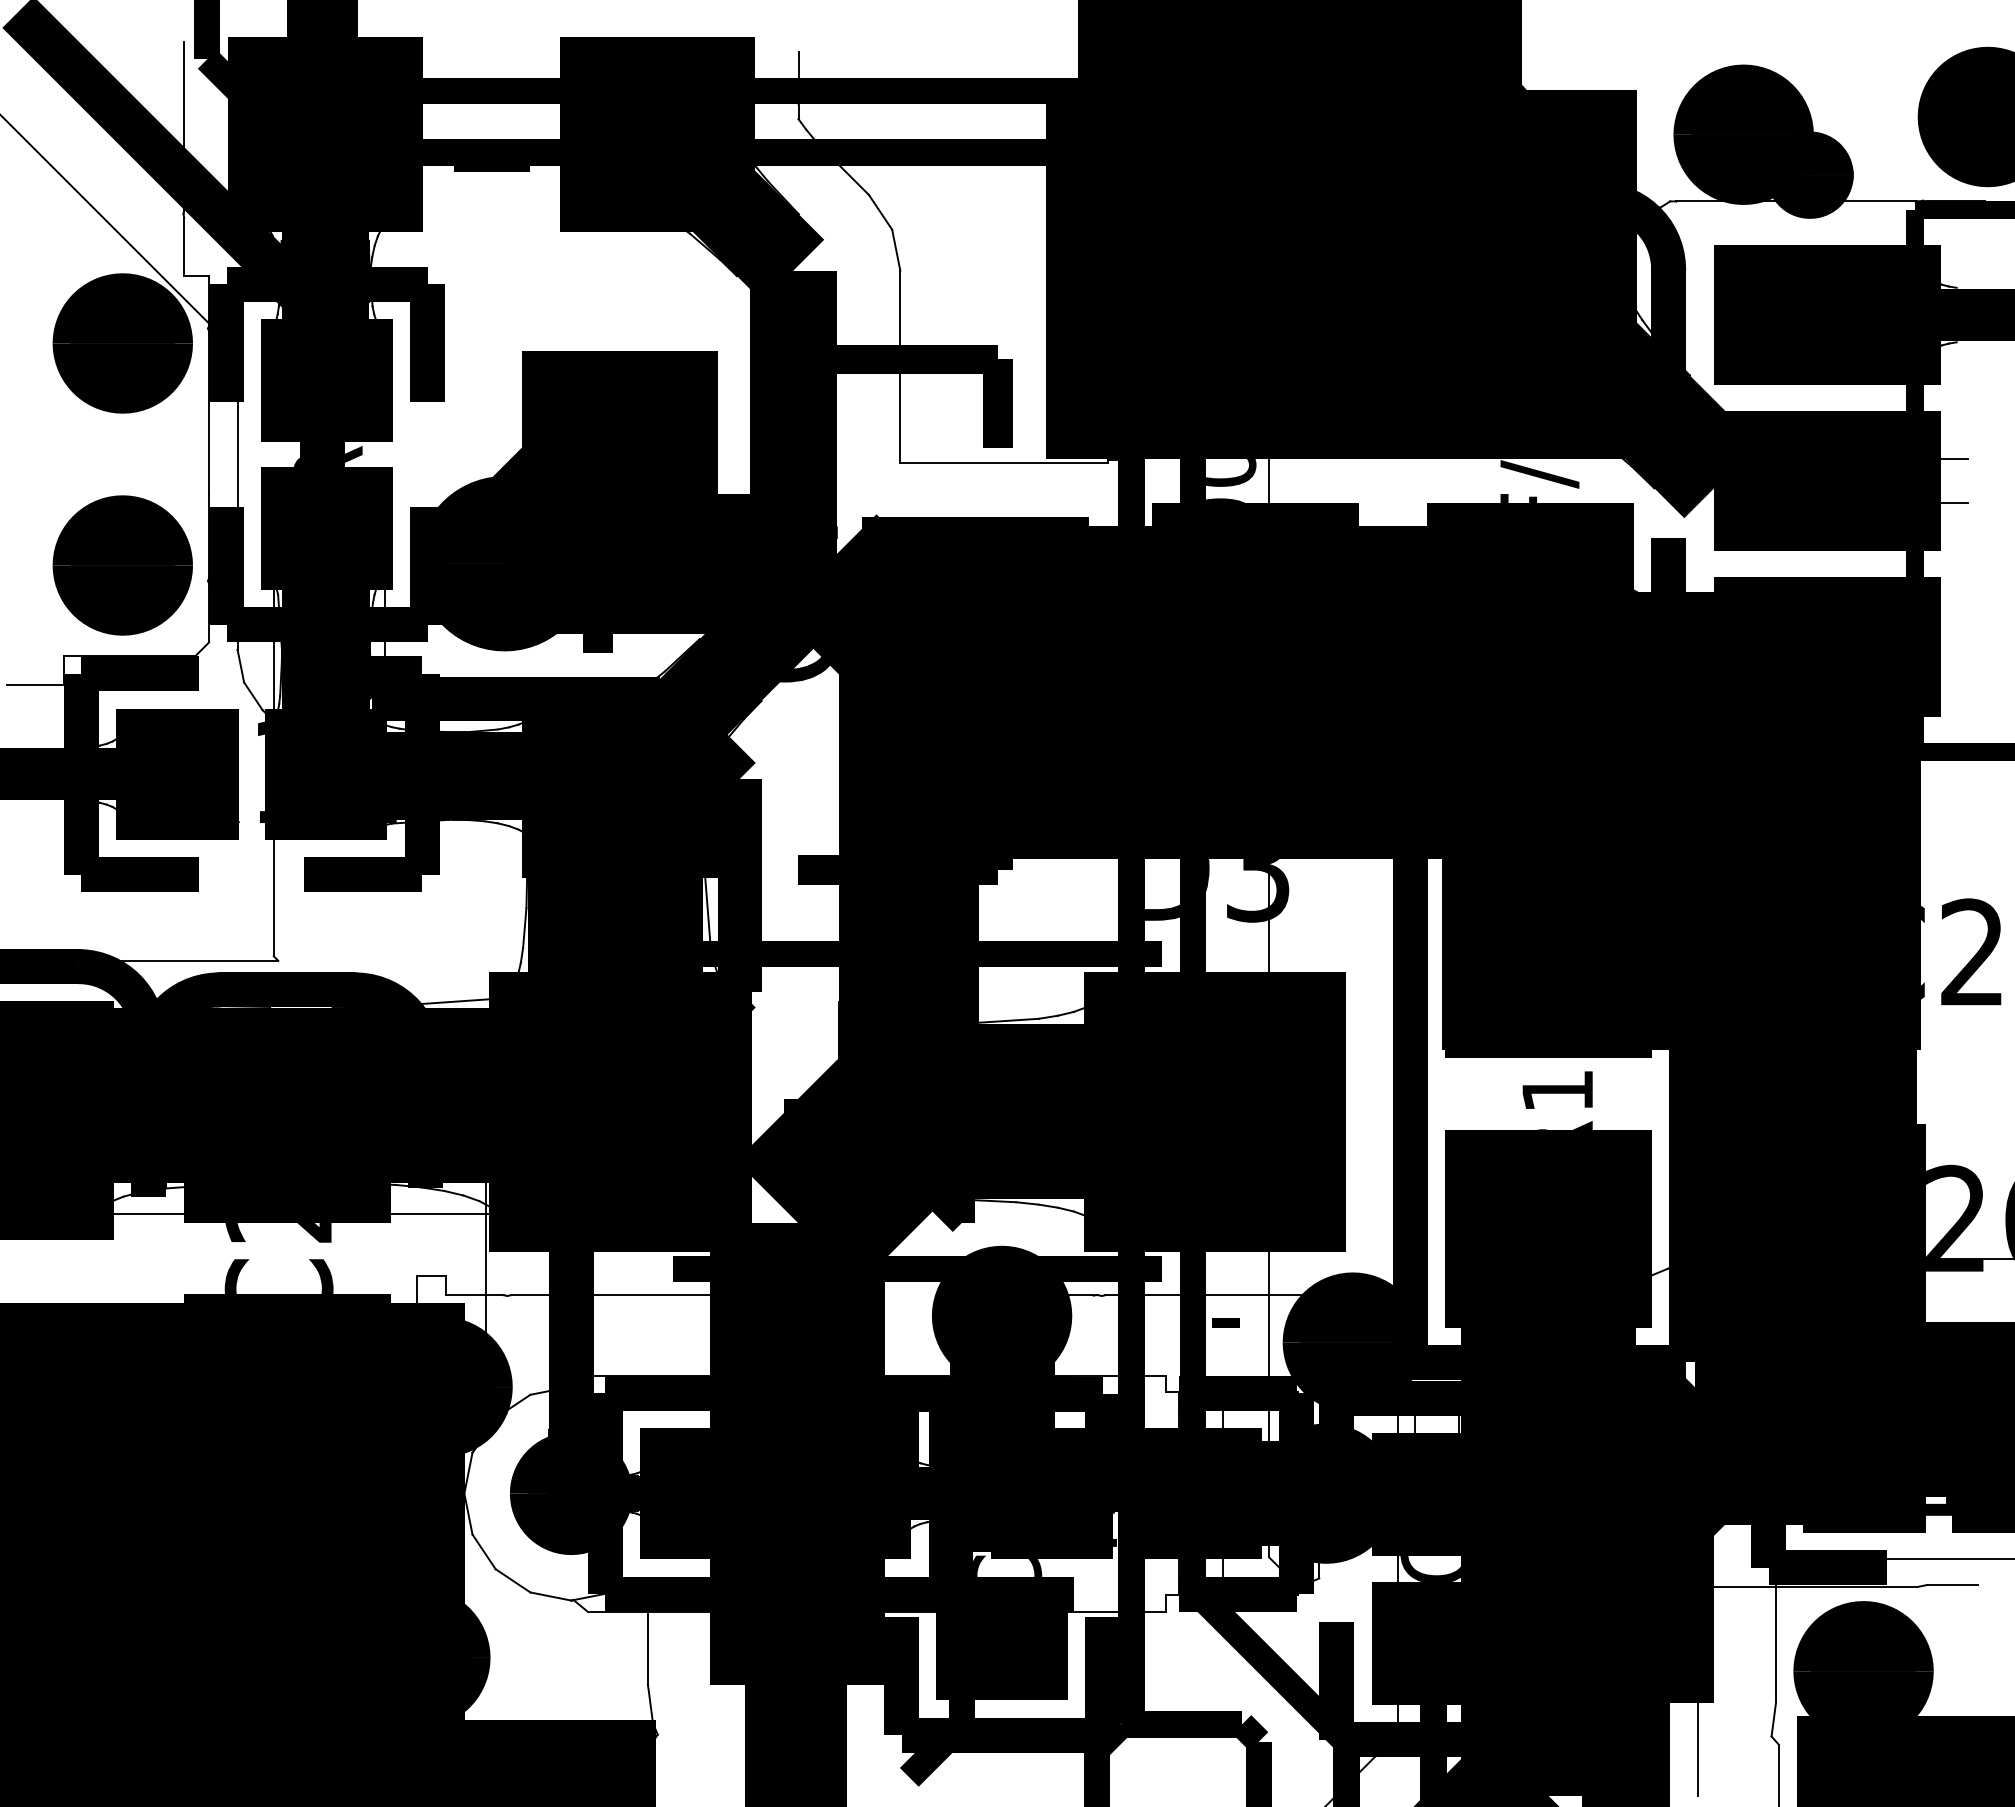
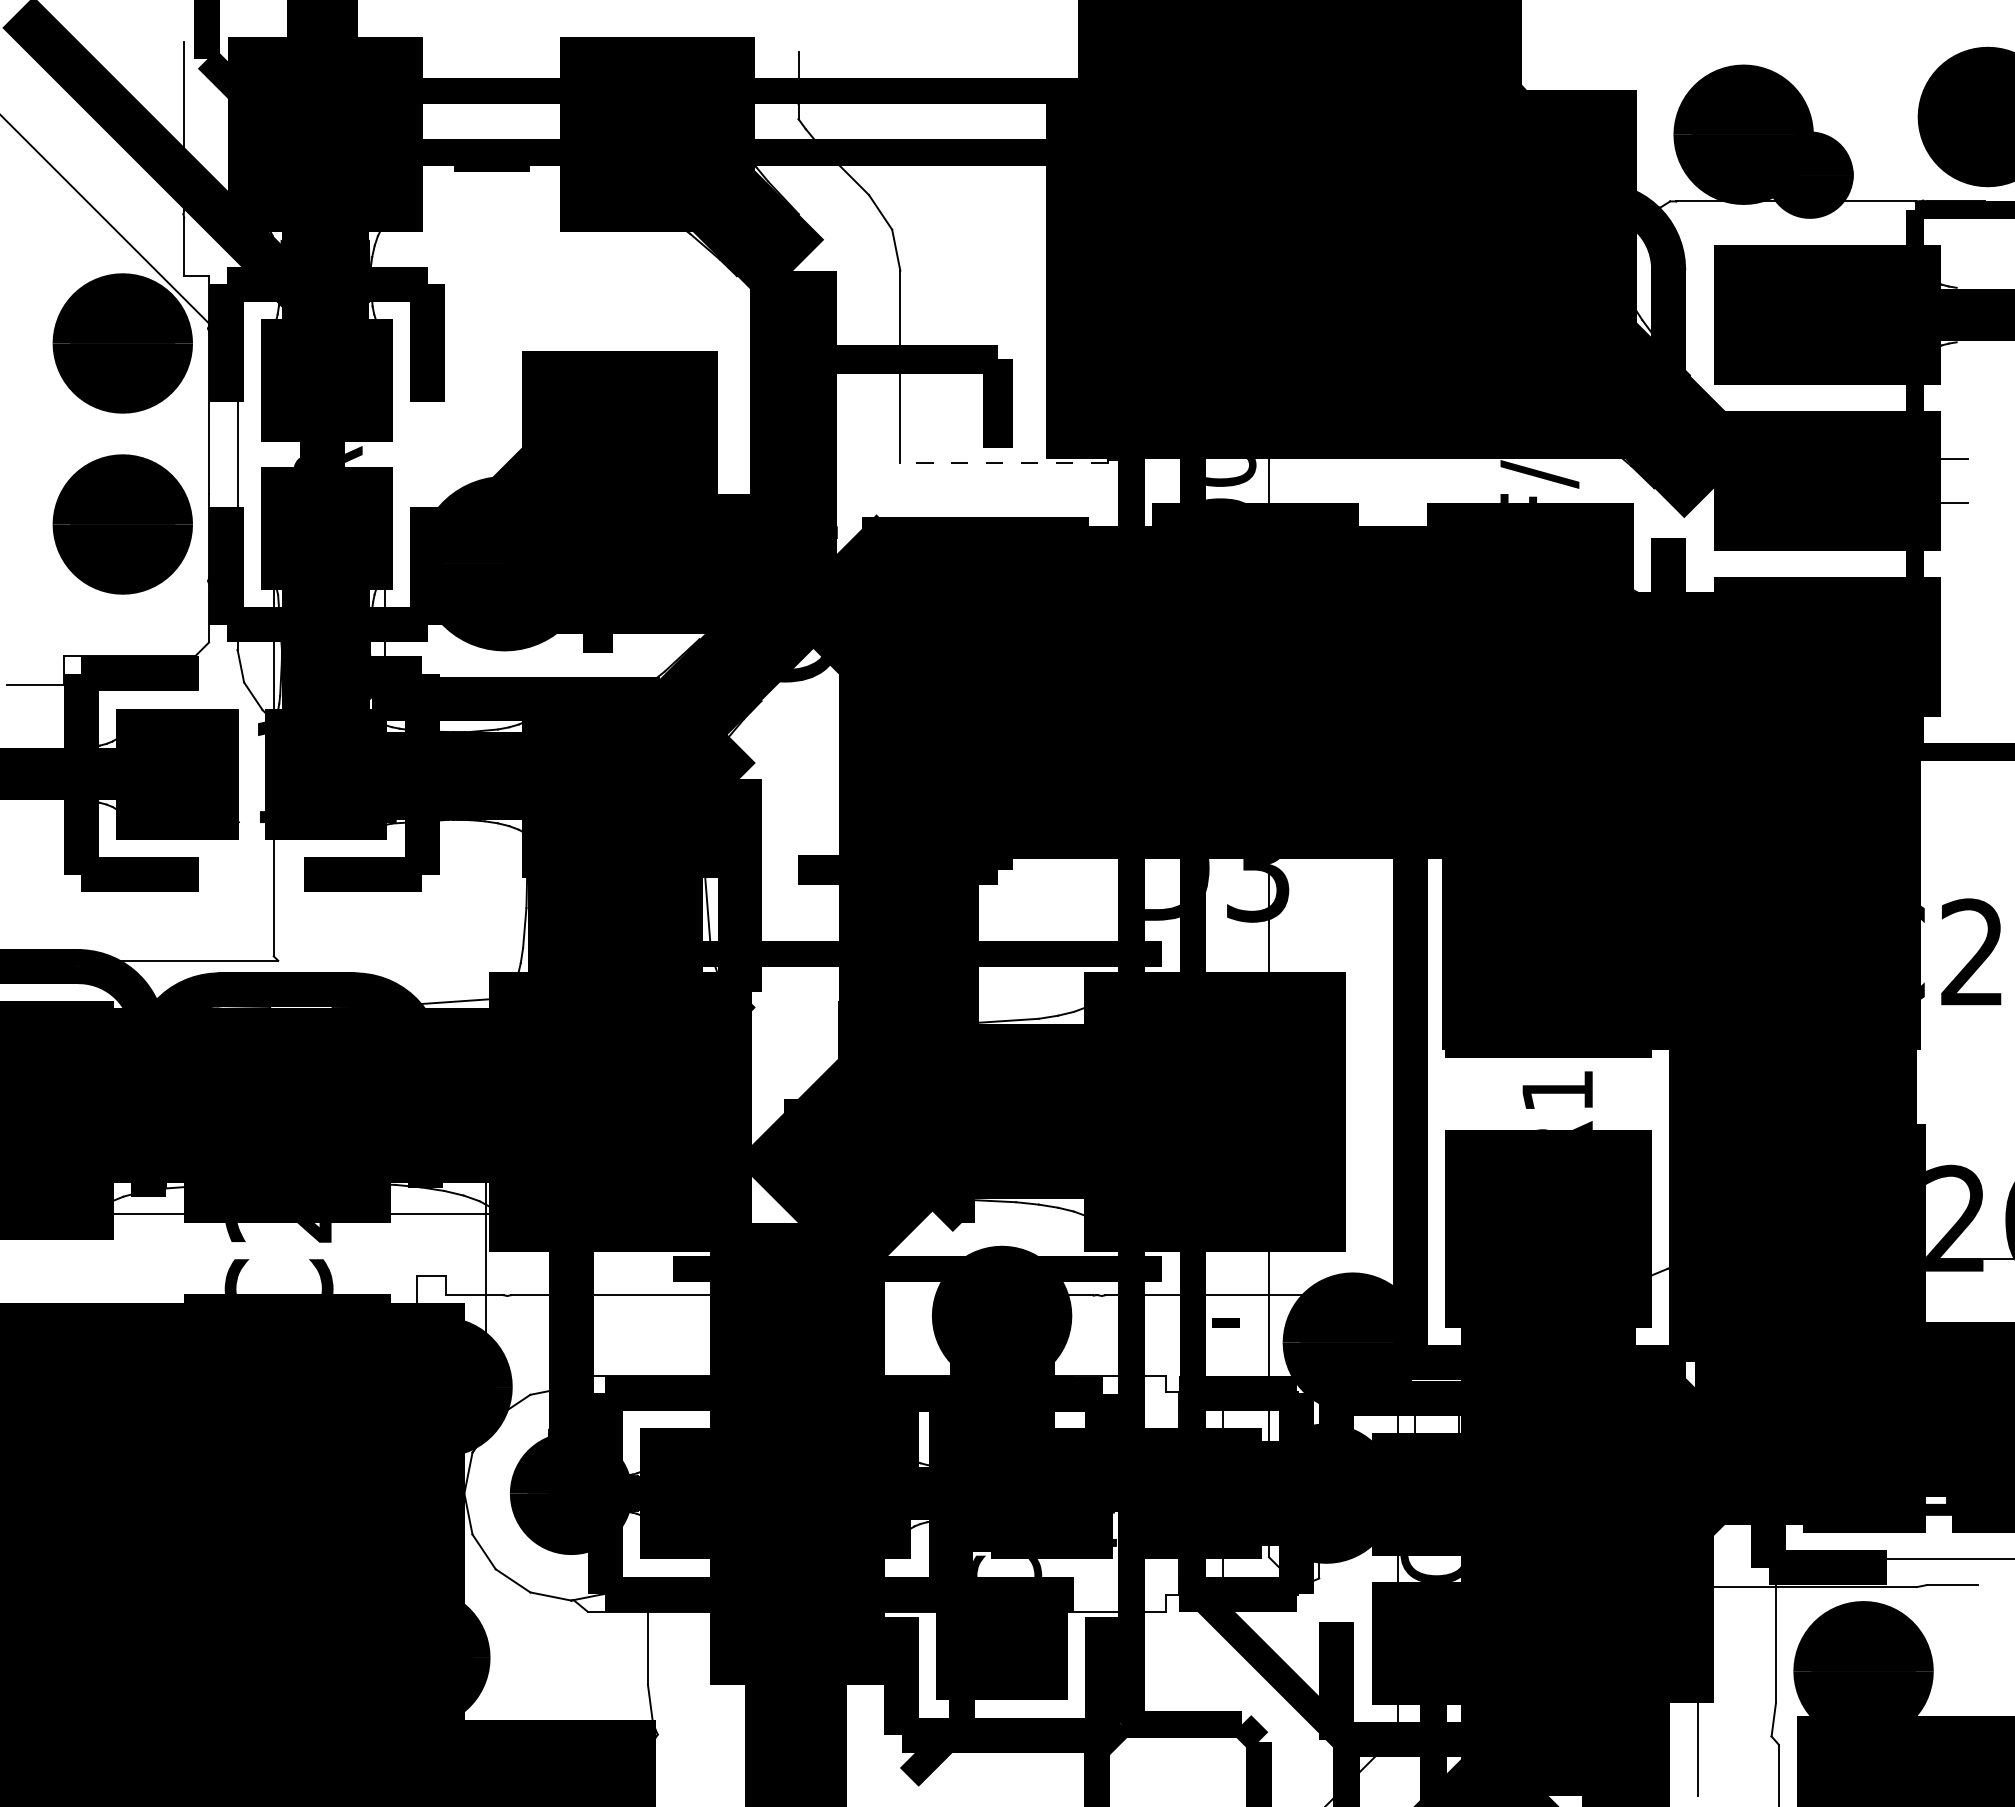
line at (1003, 463): solid -> dashed
part at (122, 565) position: (122, 565) -> (122, 524)
